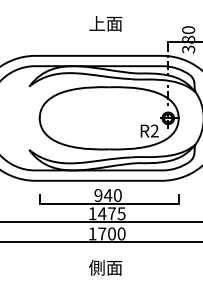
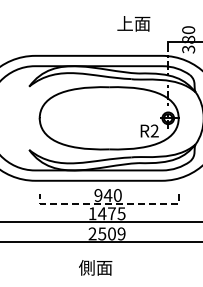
text at (105, 23) position: (105, 23) -> (133, 23)
line at (108, 203): solid -> dashed
text at (106, 233): 1700 -> 2509
text at (105, 267) position: (105, 267) -> (95, 267)
